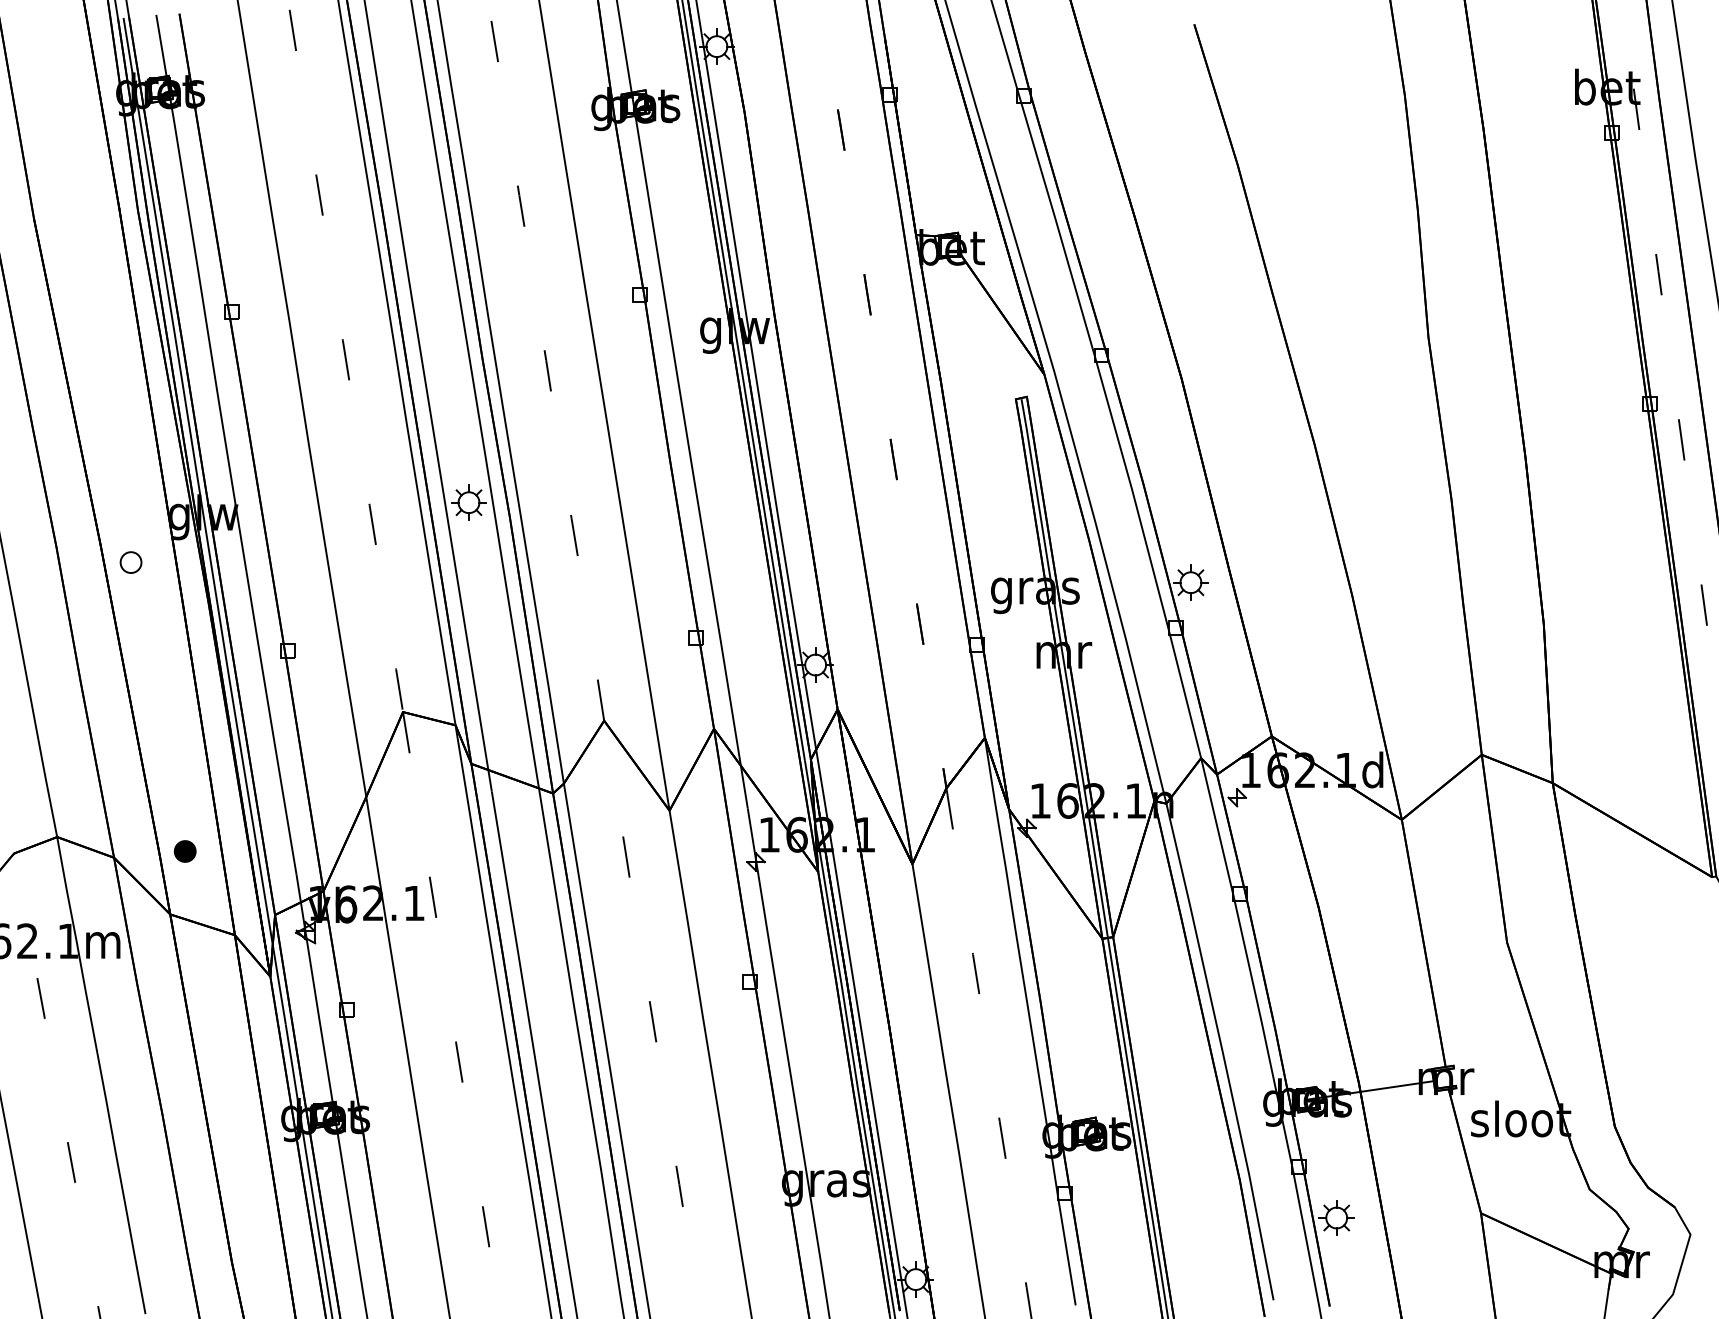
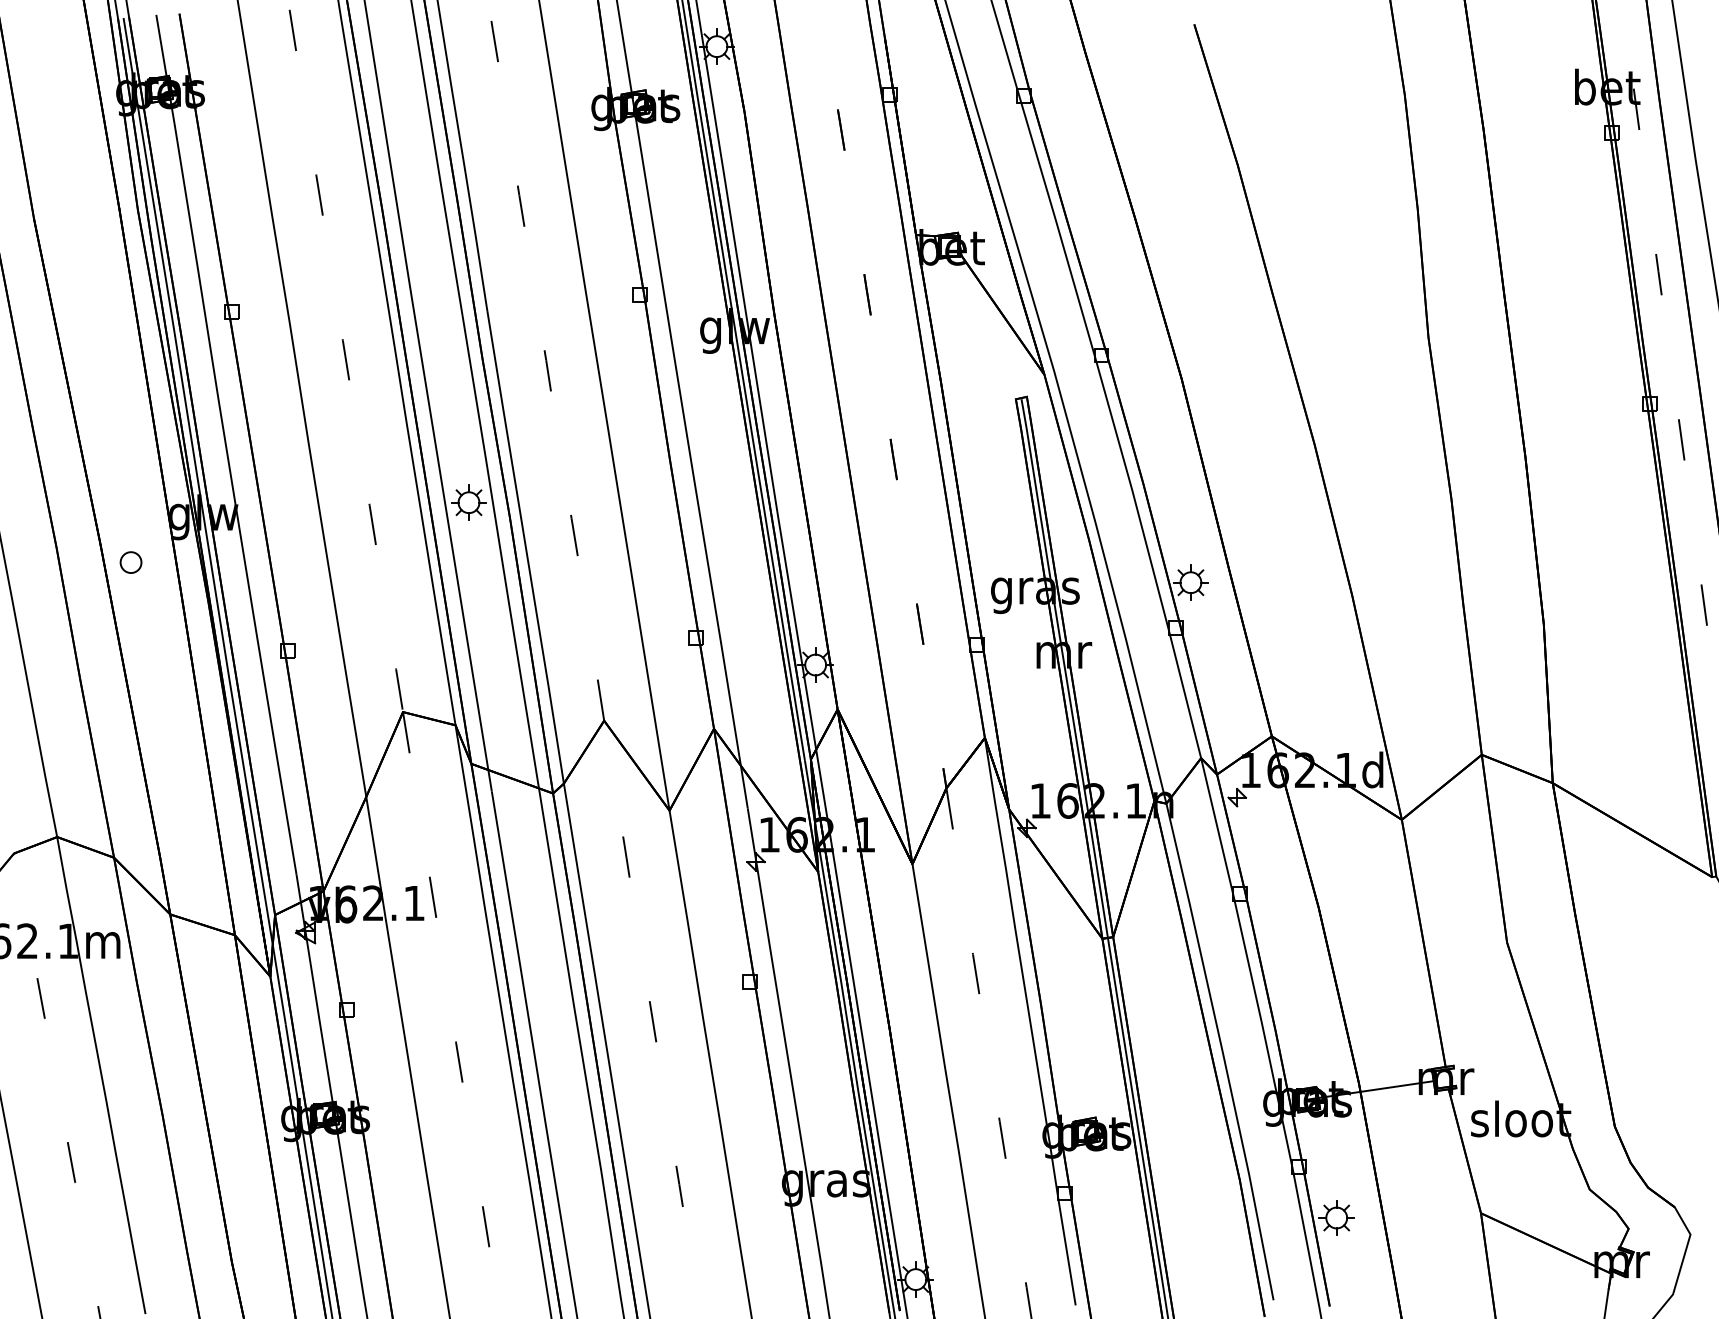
part at (184, 851): present -> none
